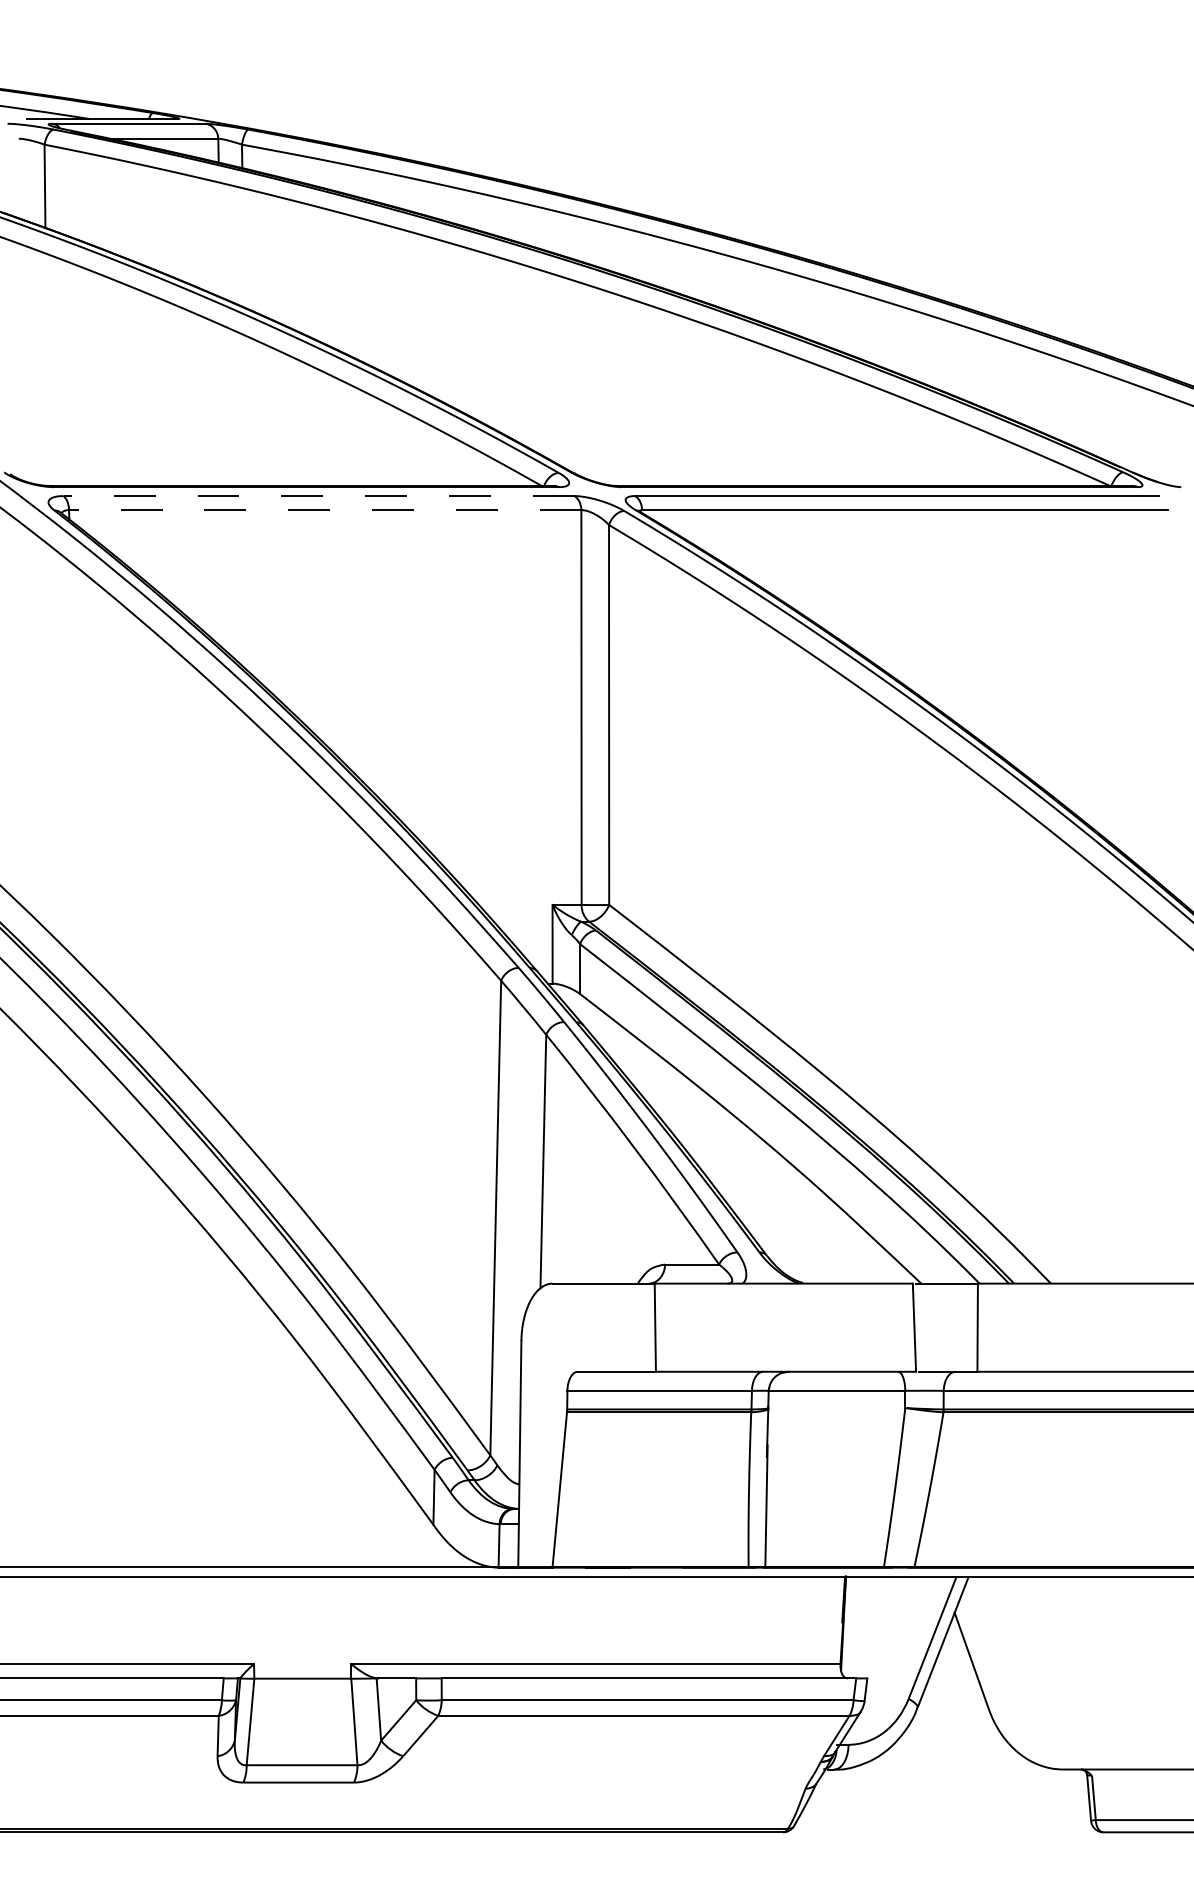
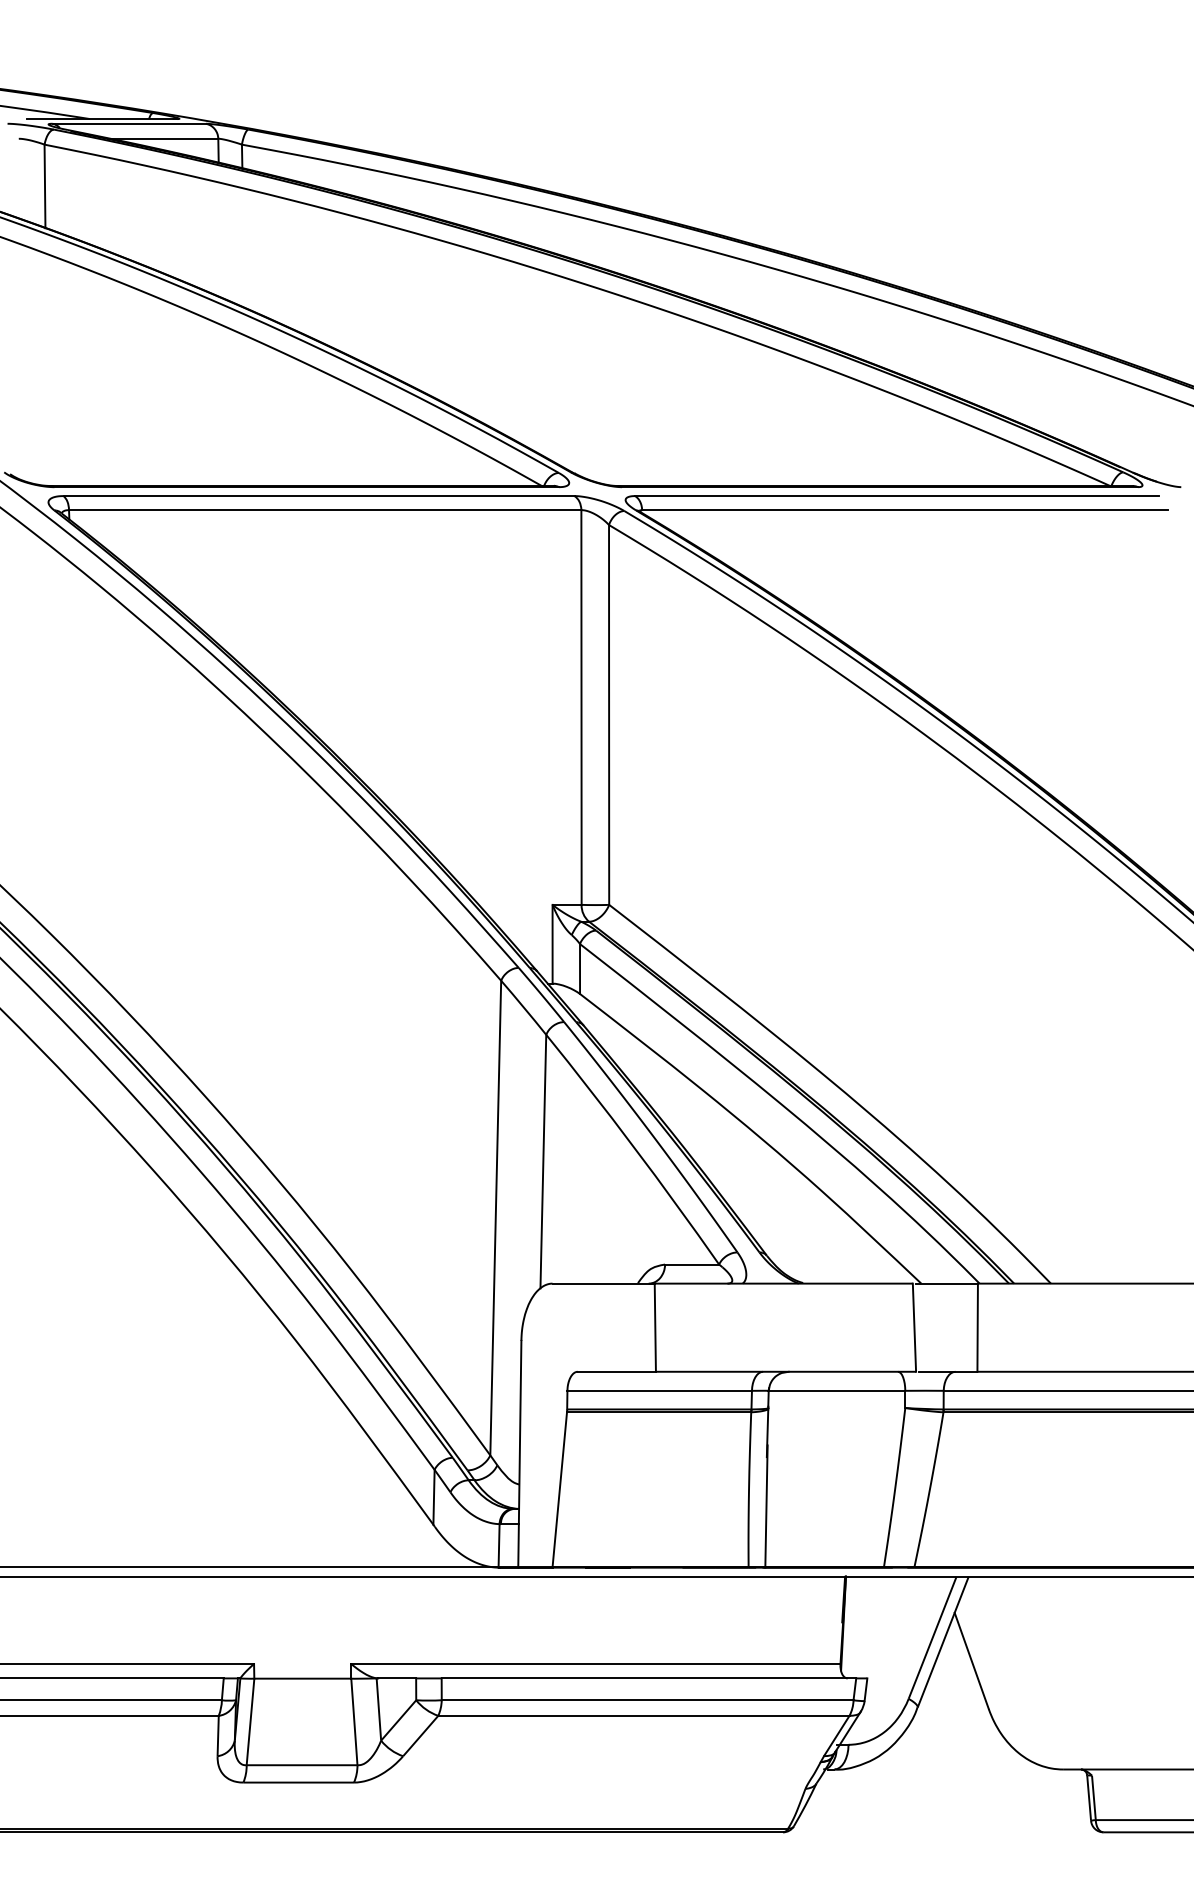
line at (319, 496): dashed -> solid
line at (324, 510): dashed -> solid
